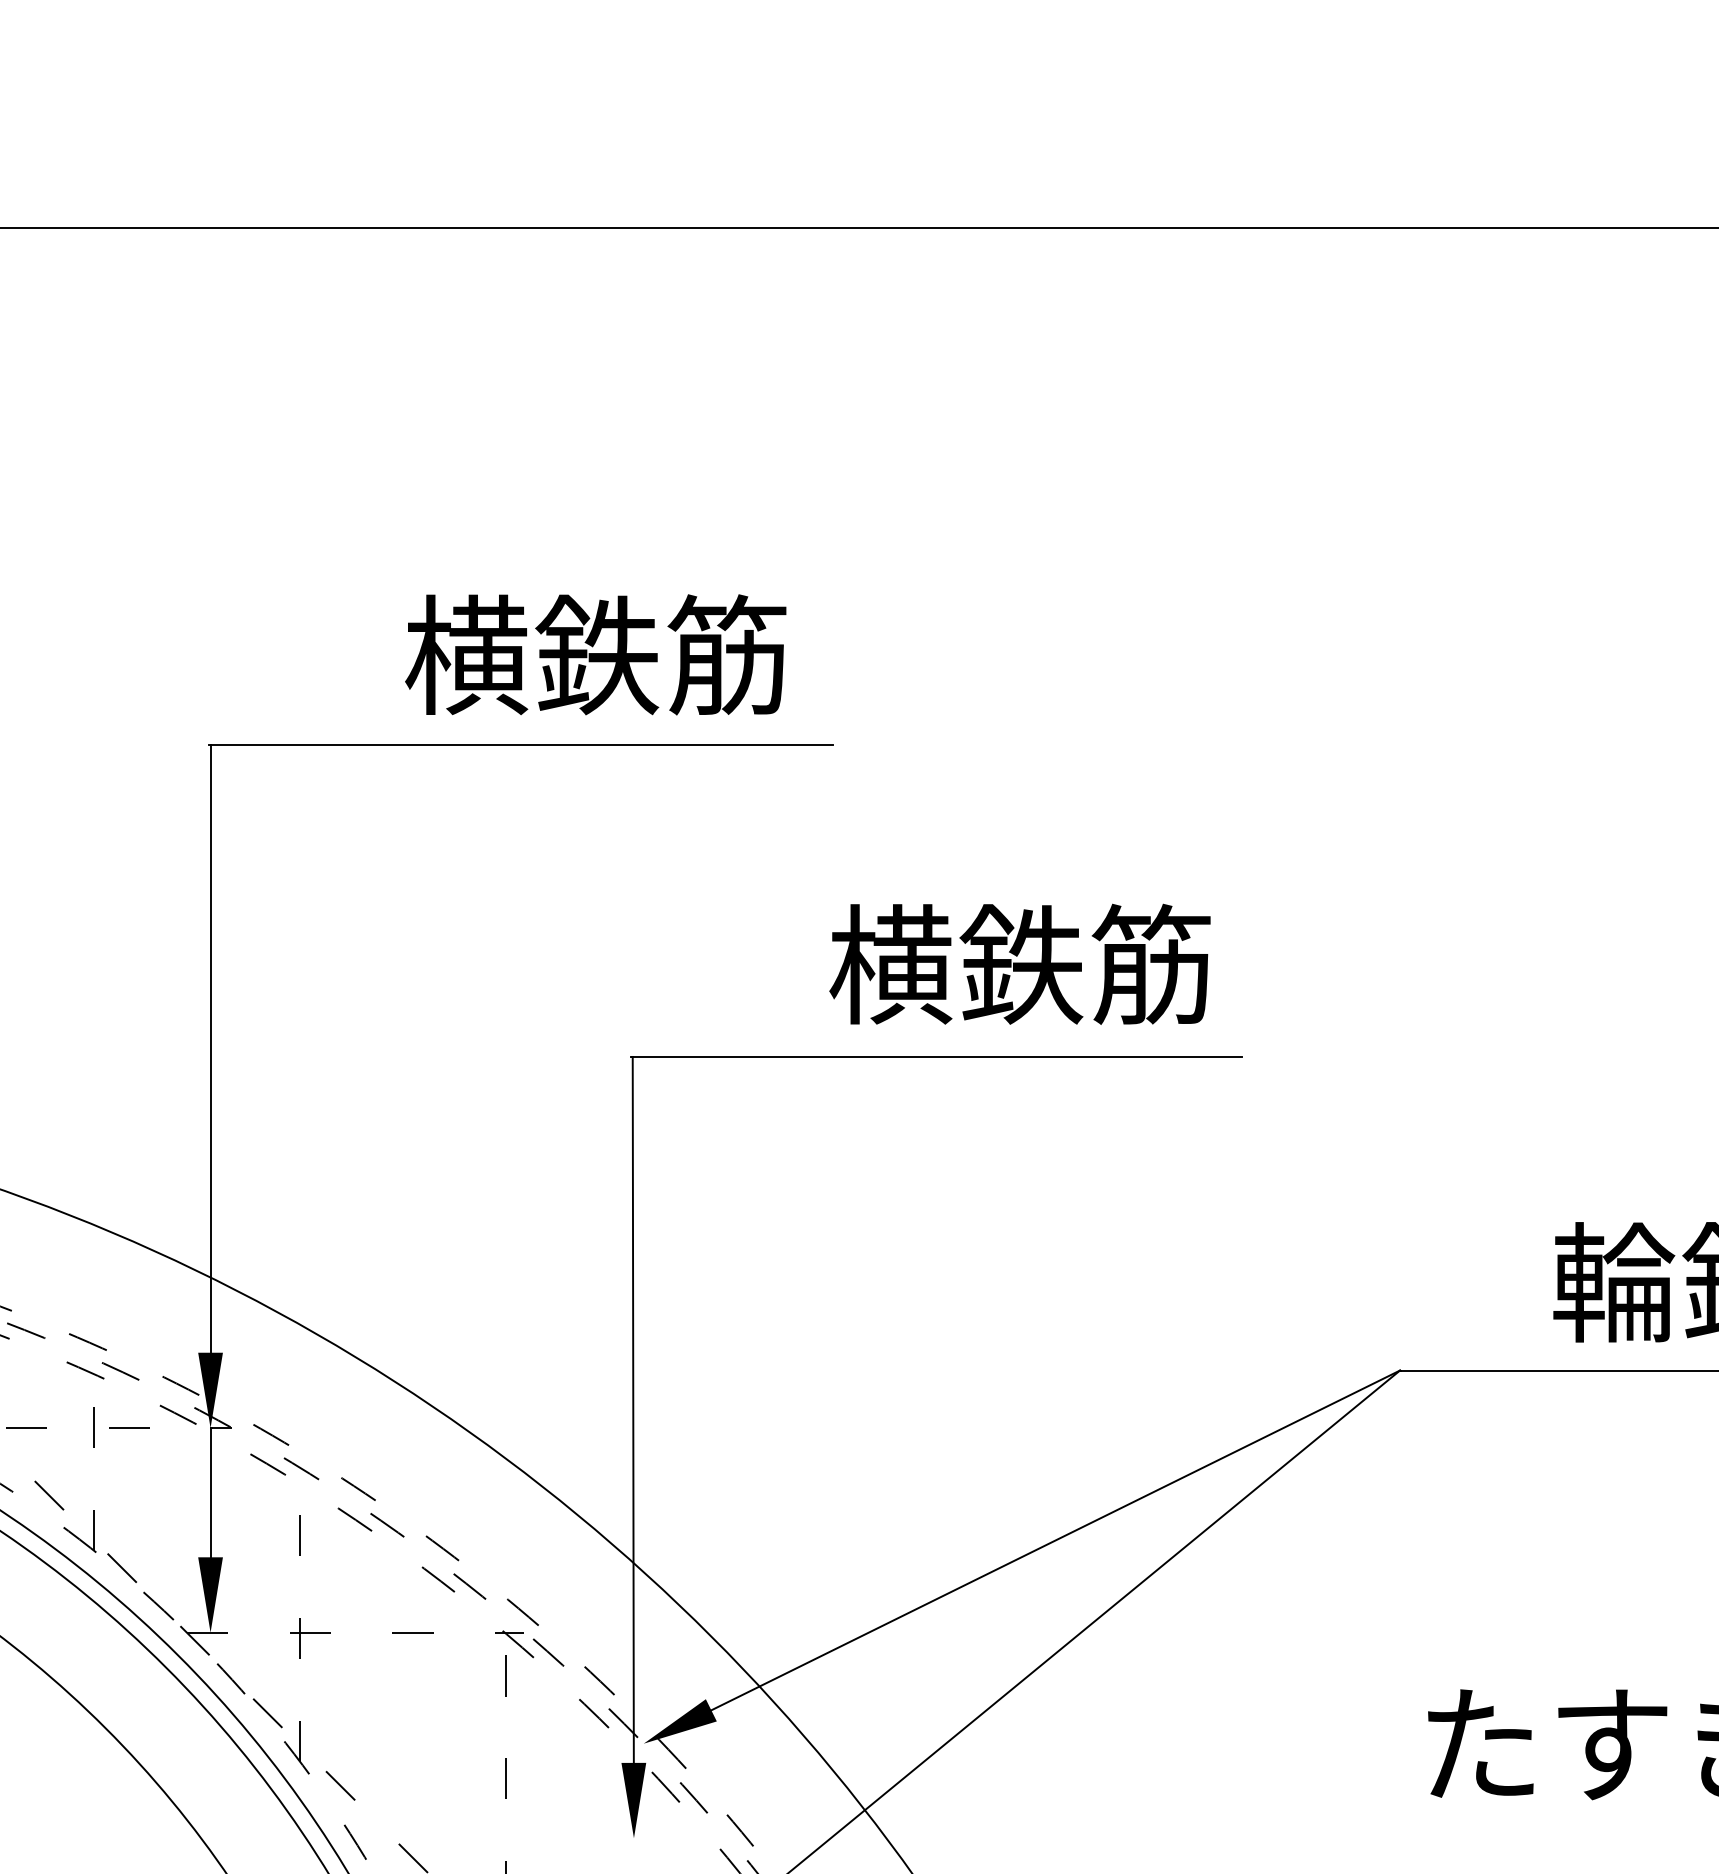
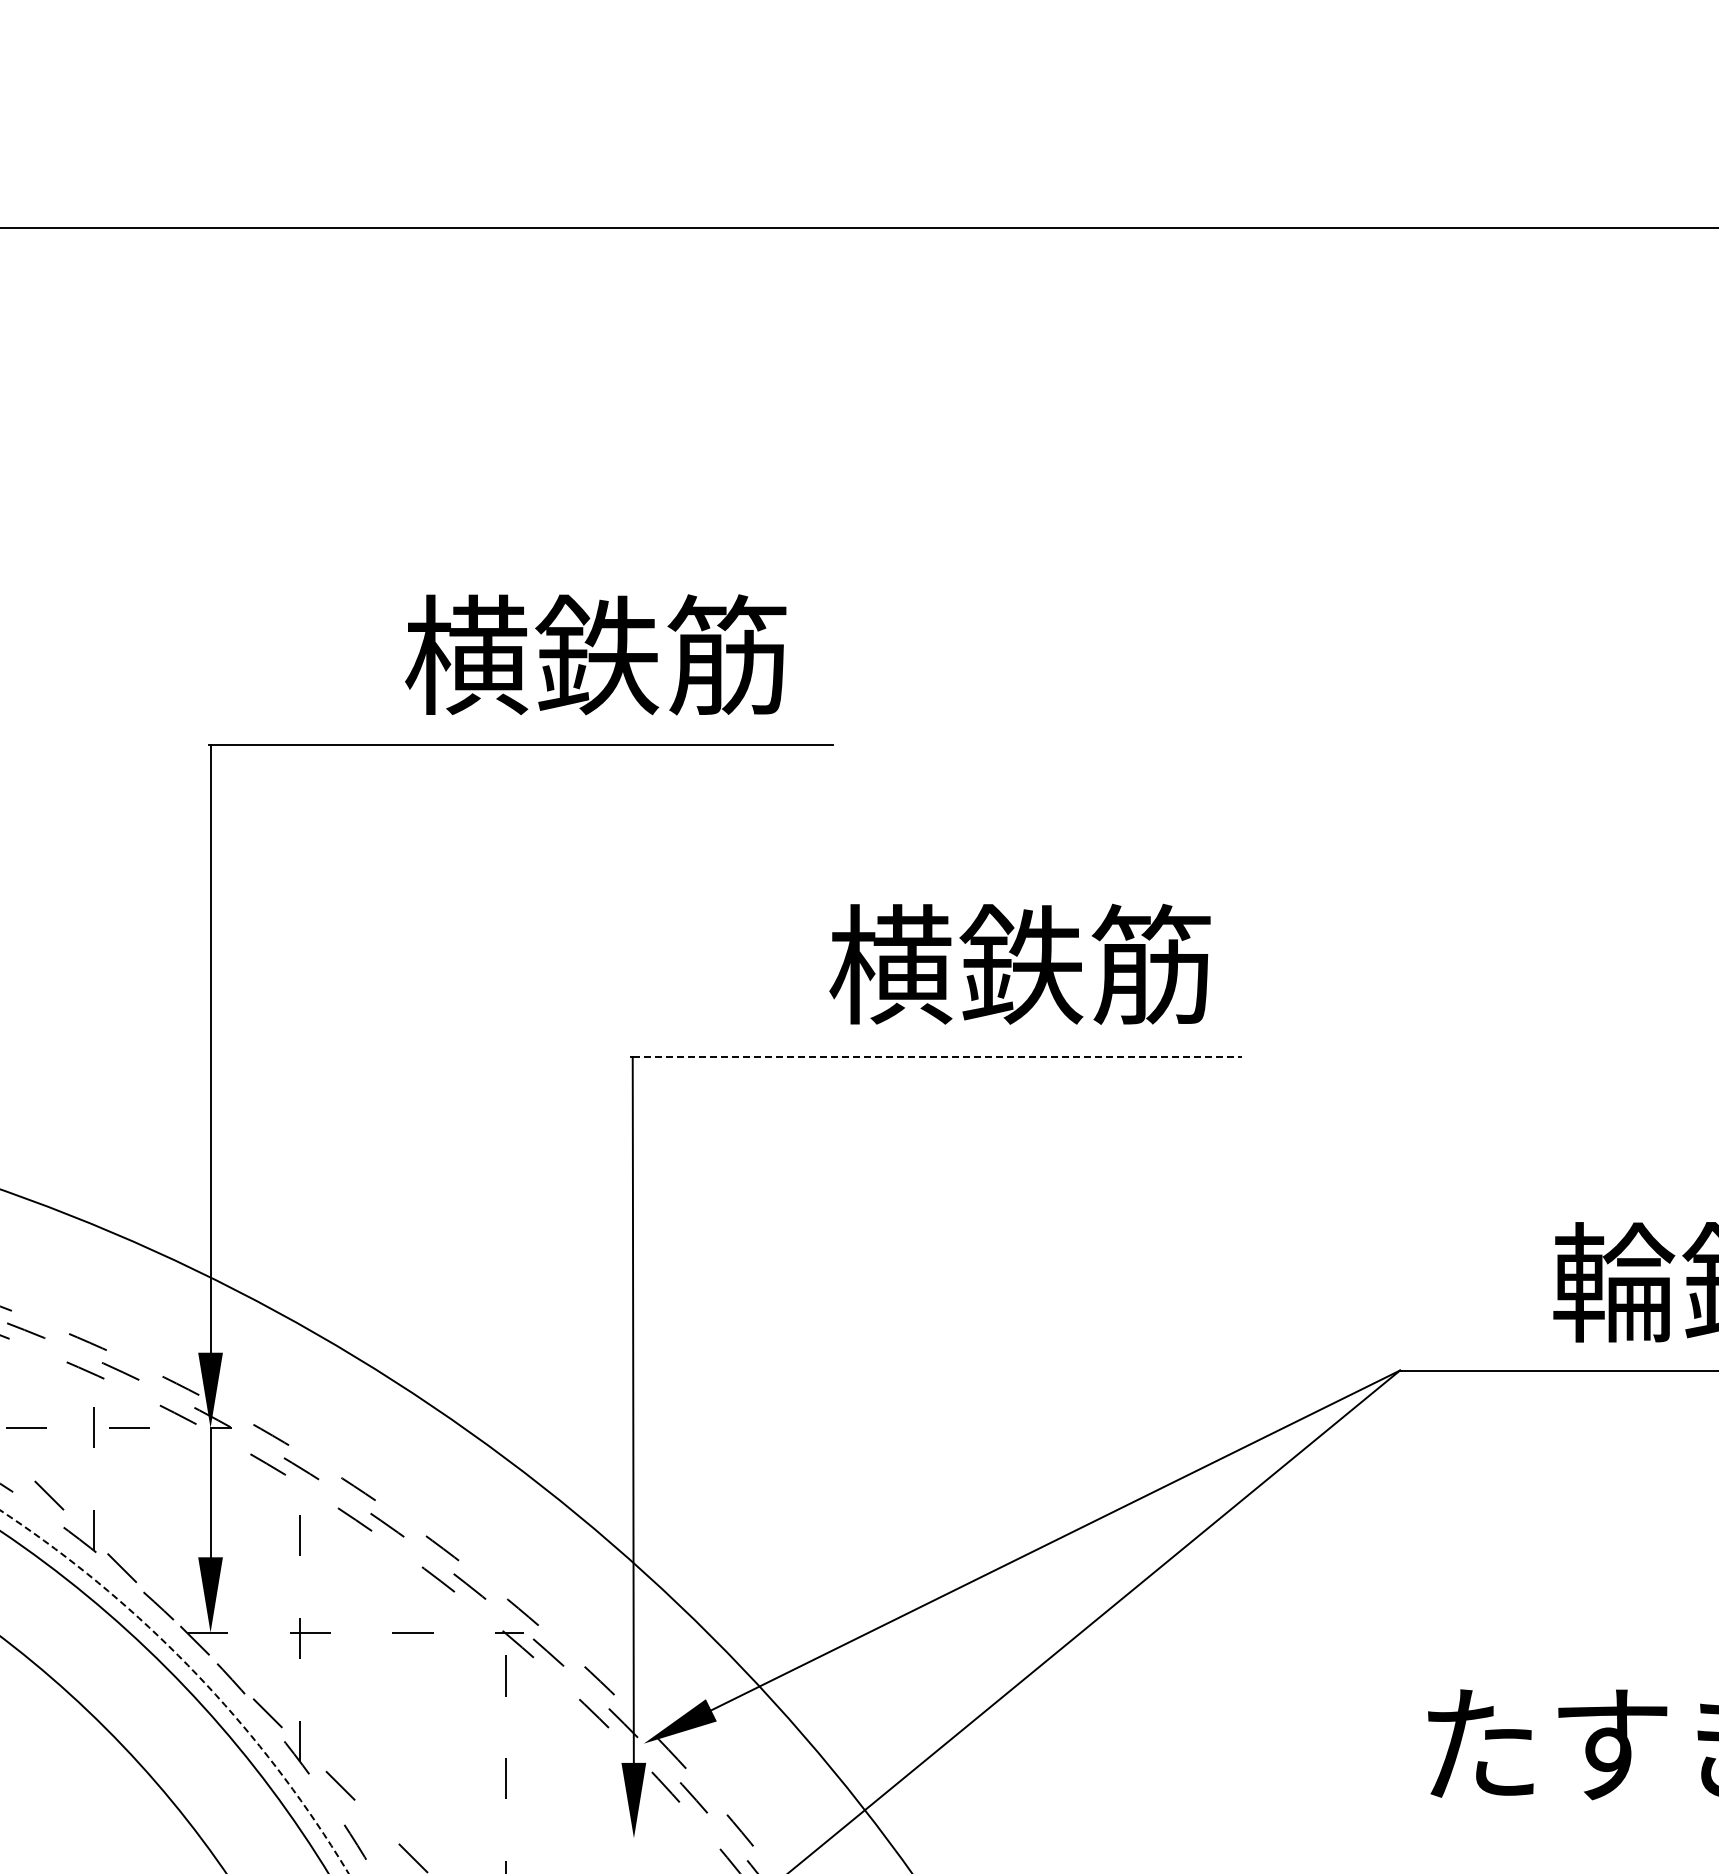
line at (937, 1056): solid -> dashed
circle at (174, 1691): solid -> dashed
